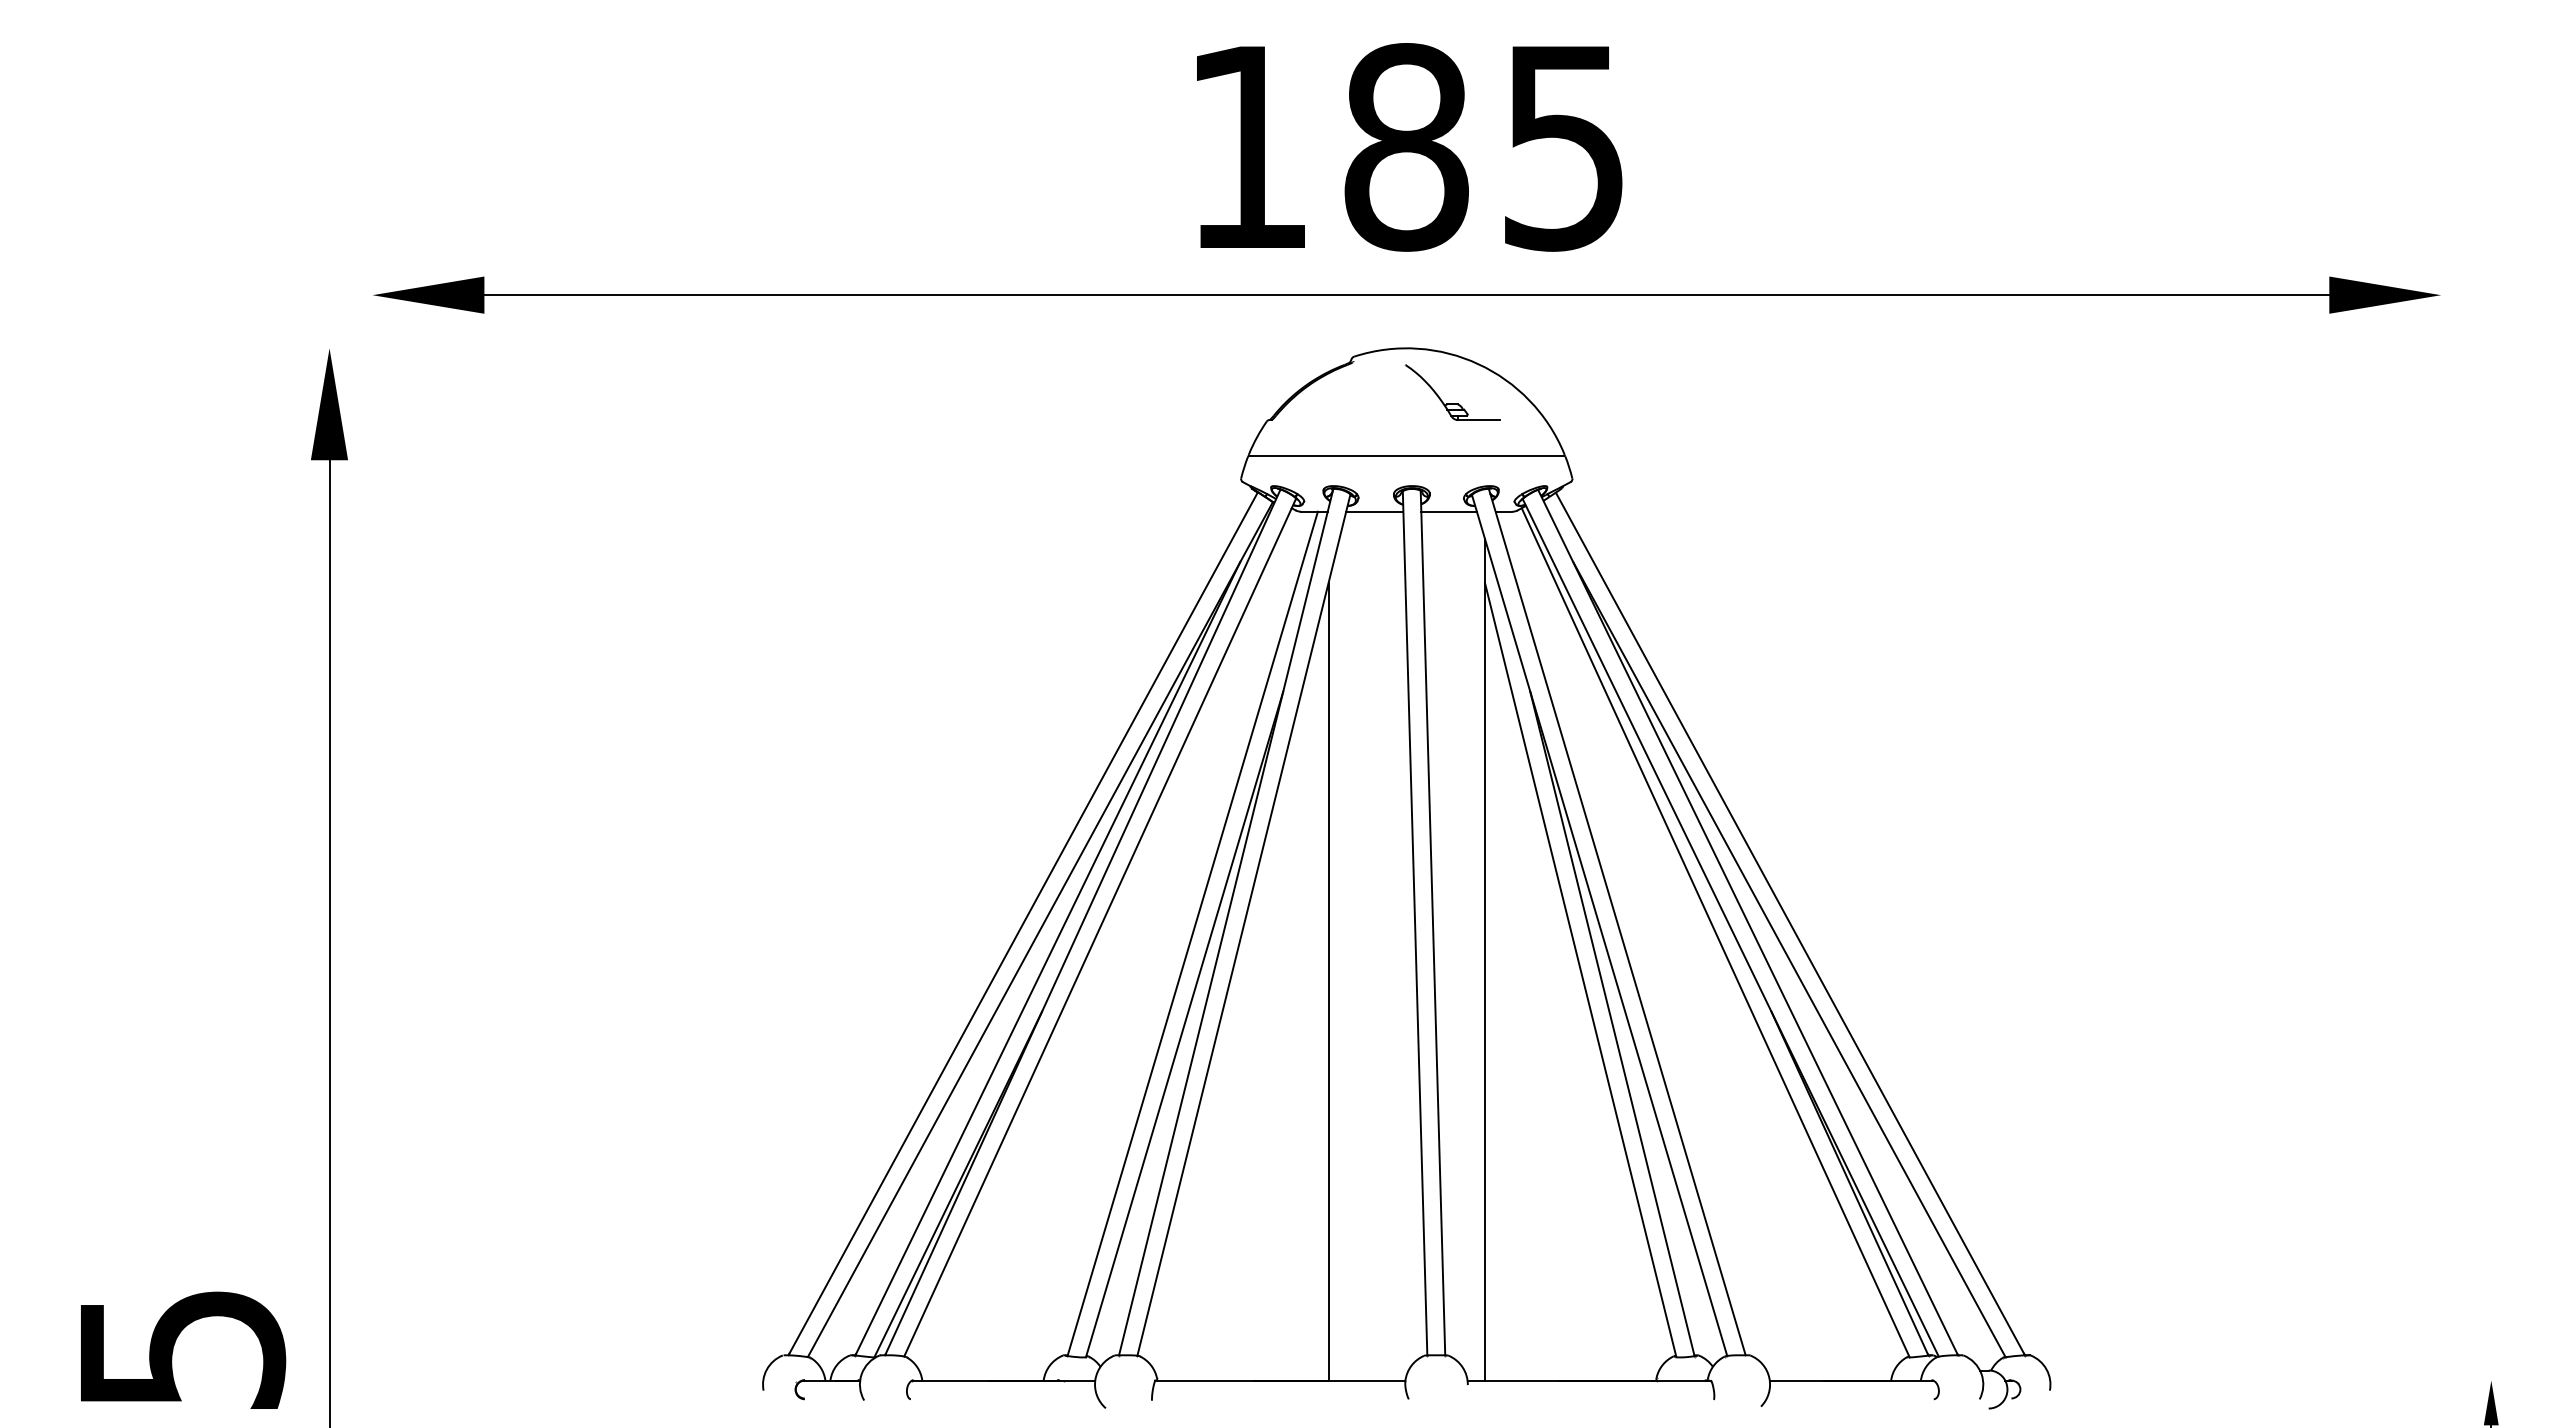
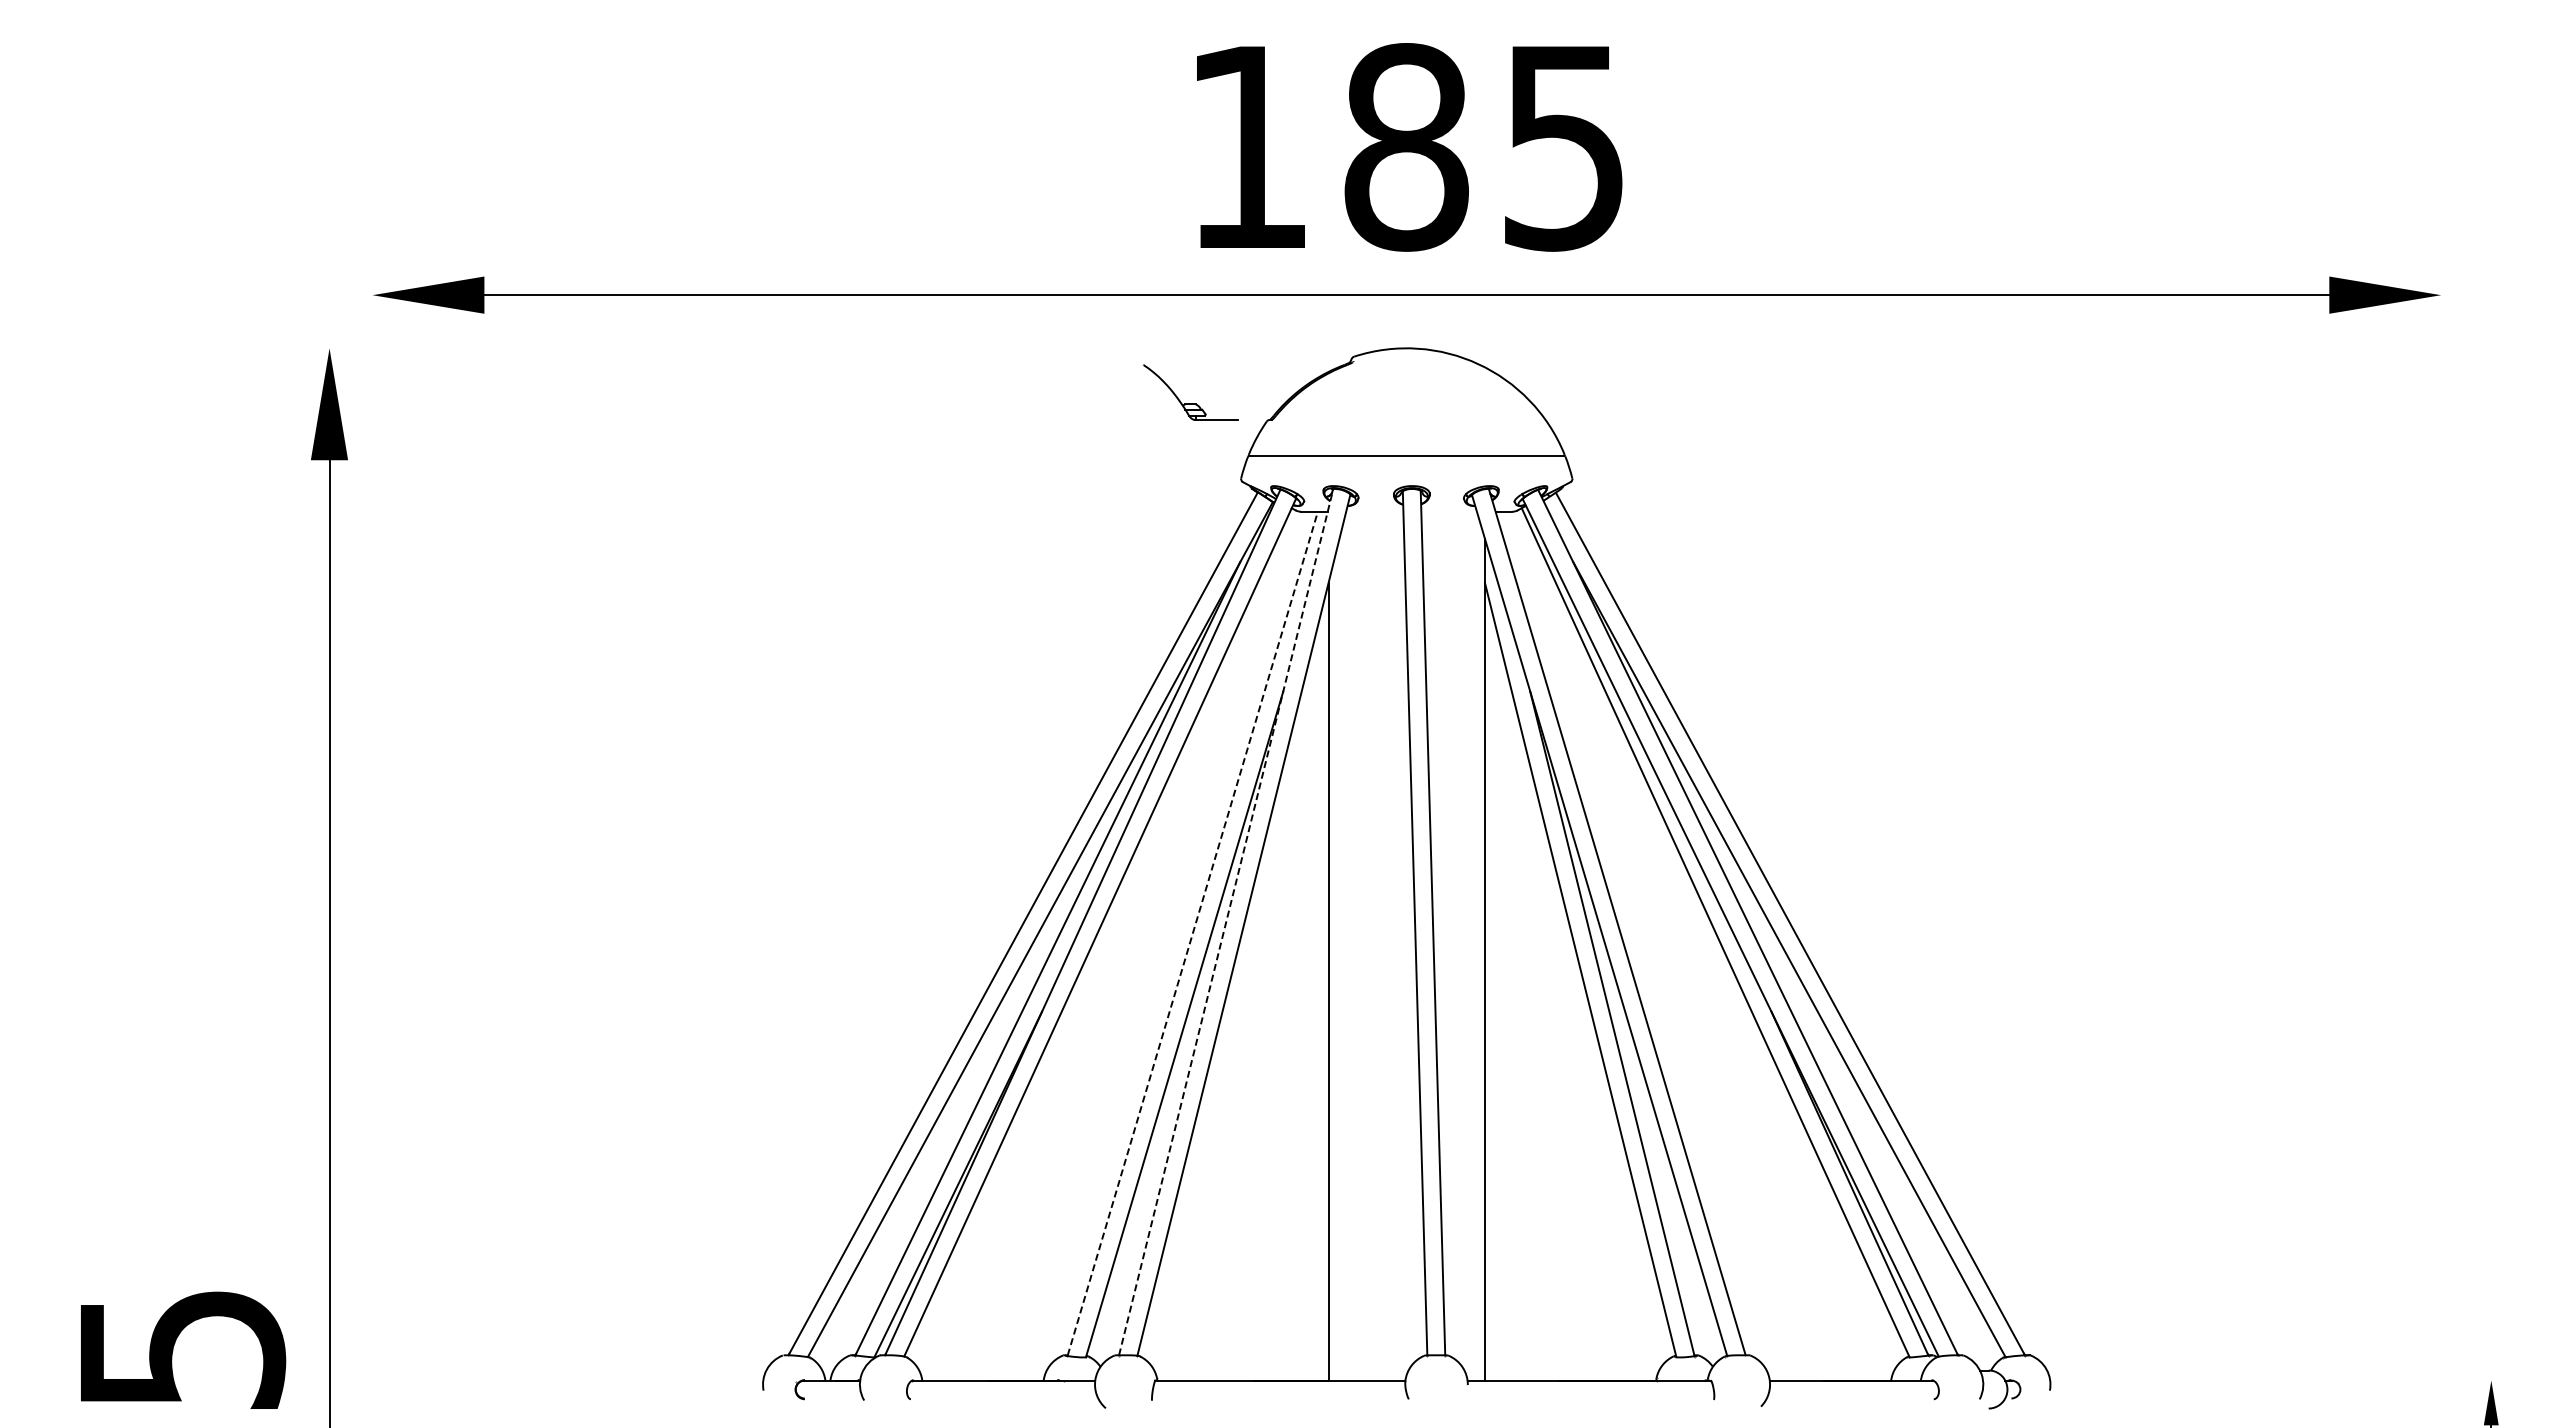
part at (1452, 403) position: (1452, 403) -> (1190, 403)
line at (1374, 511): present -> none
line at (1448, 511): present -> none
line at (1226, 921): solid -> dashed
line at (1192, 933): solid -> dashed
